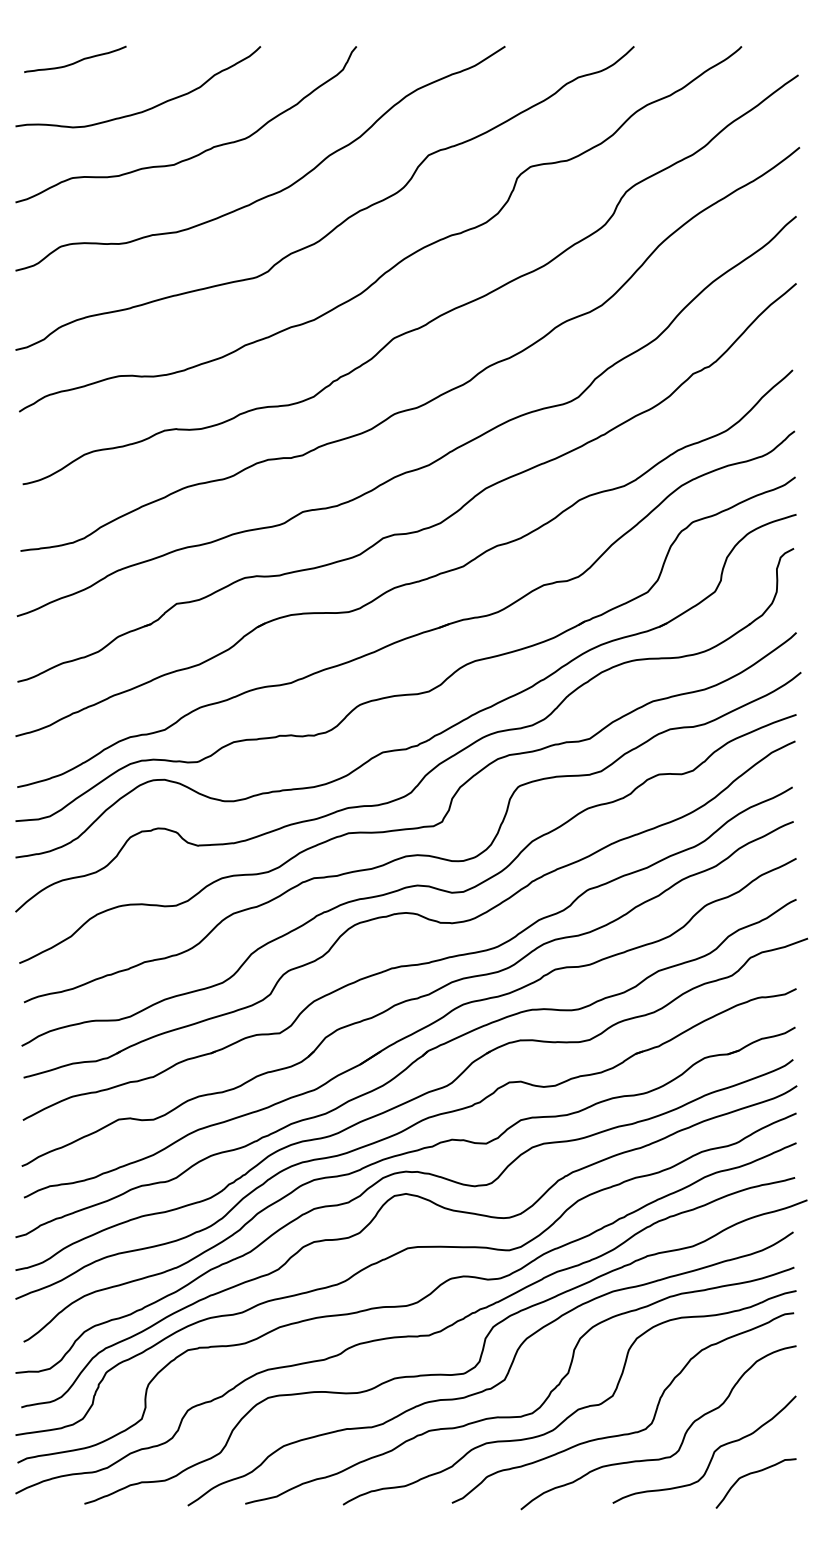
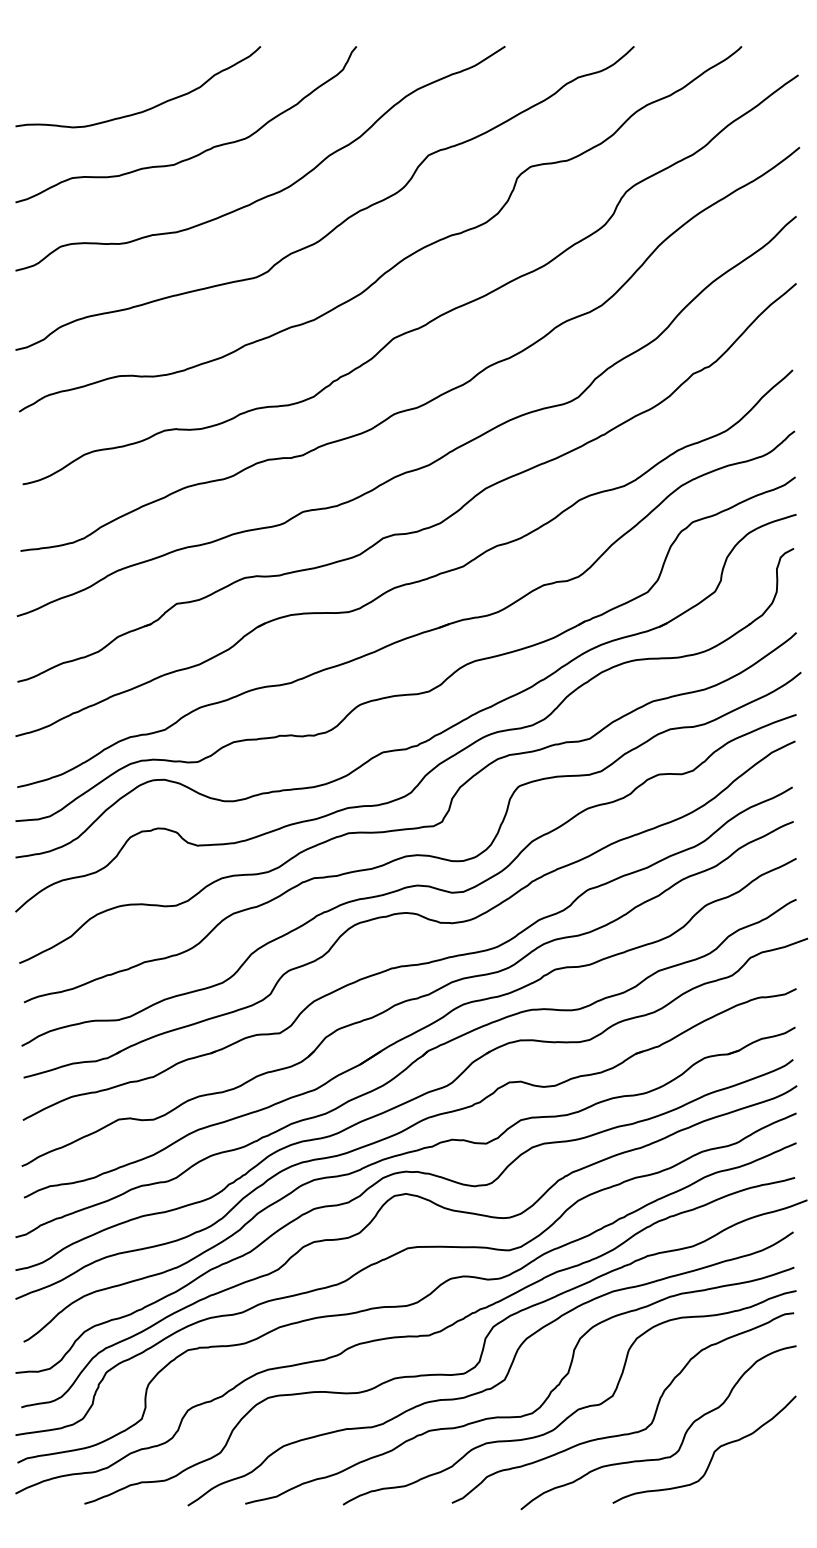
curve at (77, 60): present -> none
curve at (751, 1474): present -> none
